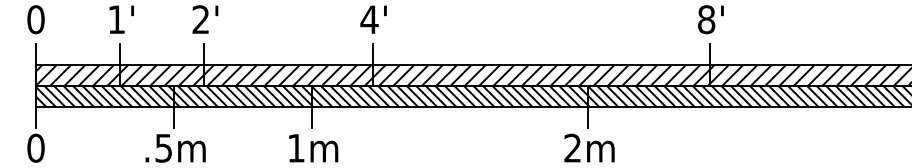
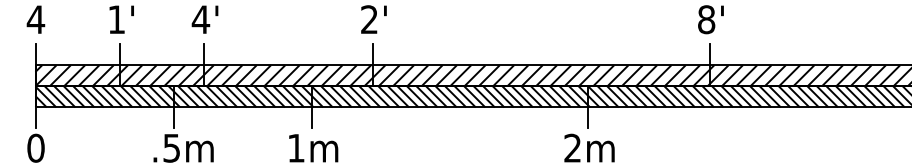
text at (35, 19): 0 -> 4
text at (200, 19): 2' -> 4'
text at (369, 19): 4' -> 2'
text at (175, 148) position: (175, 148) -> (183, 148)
